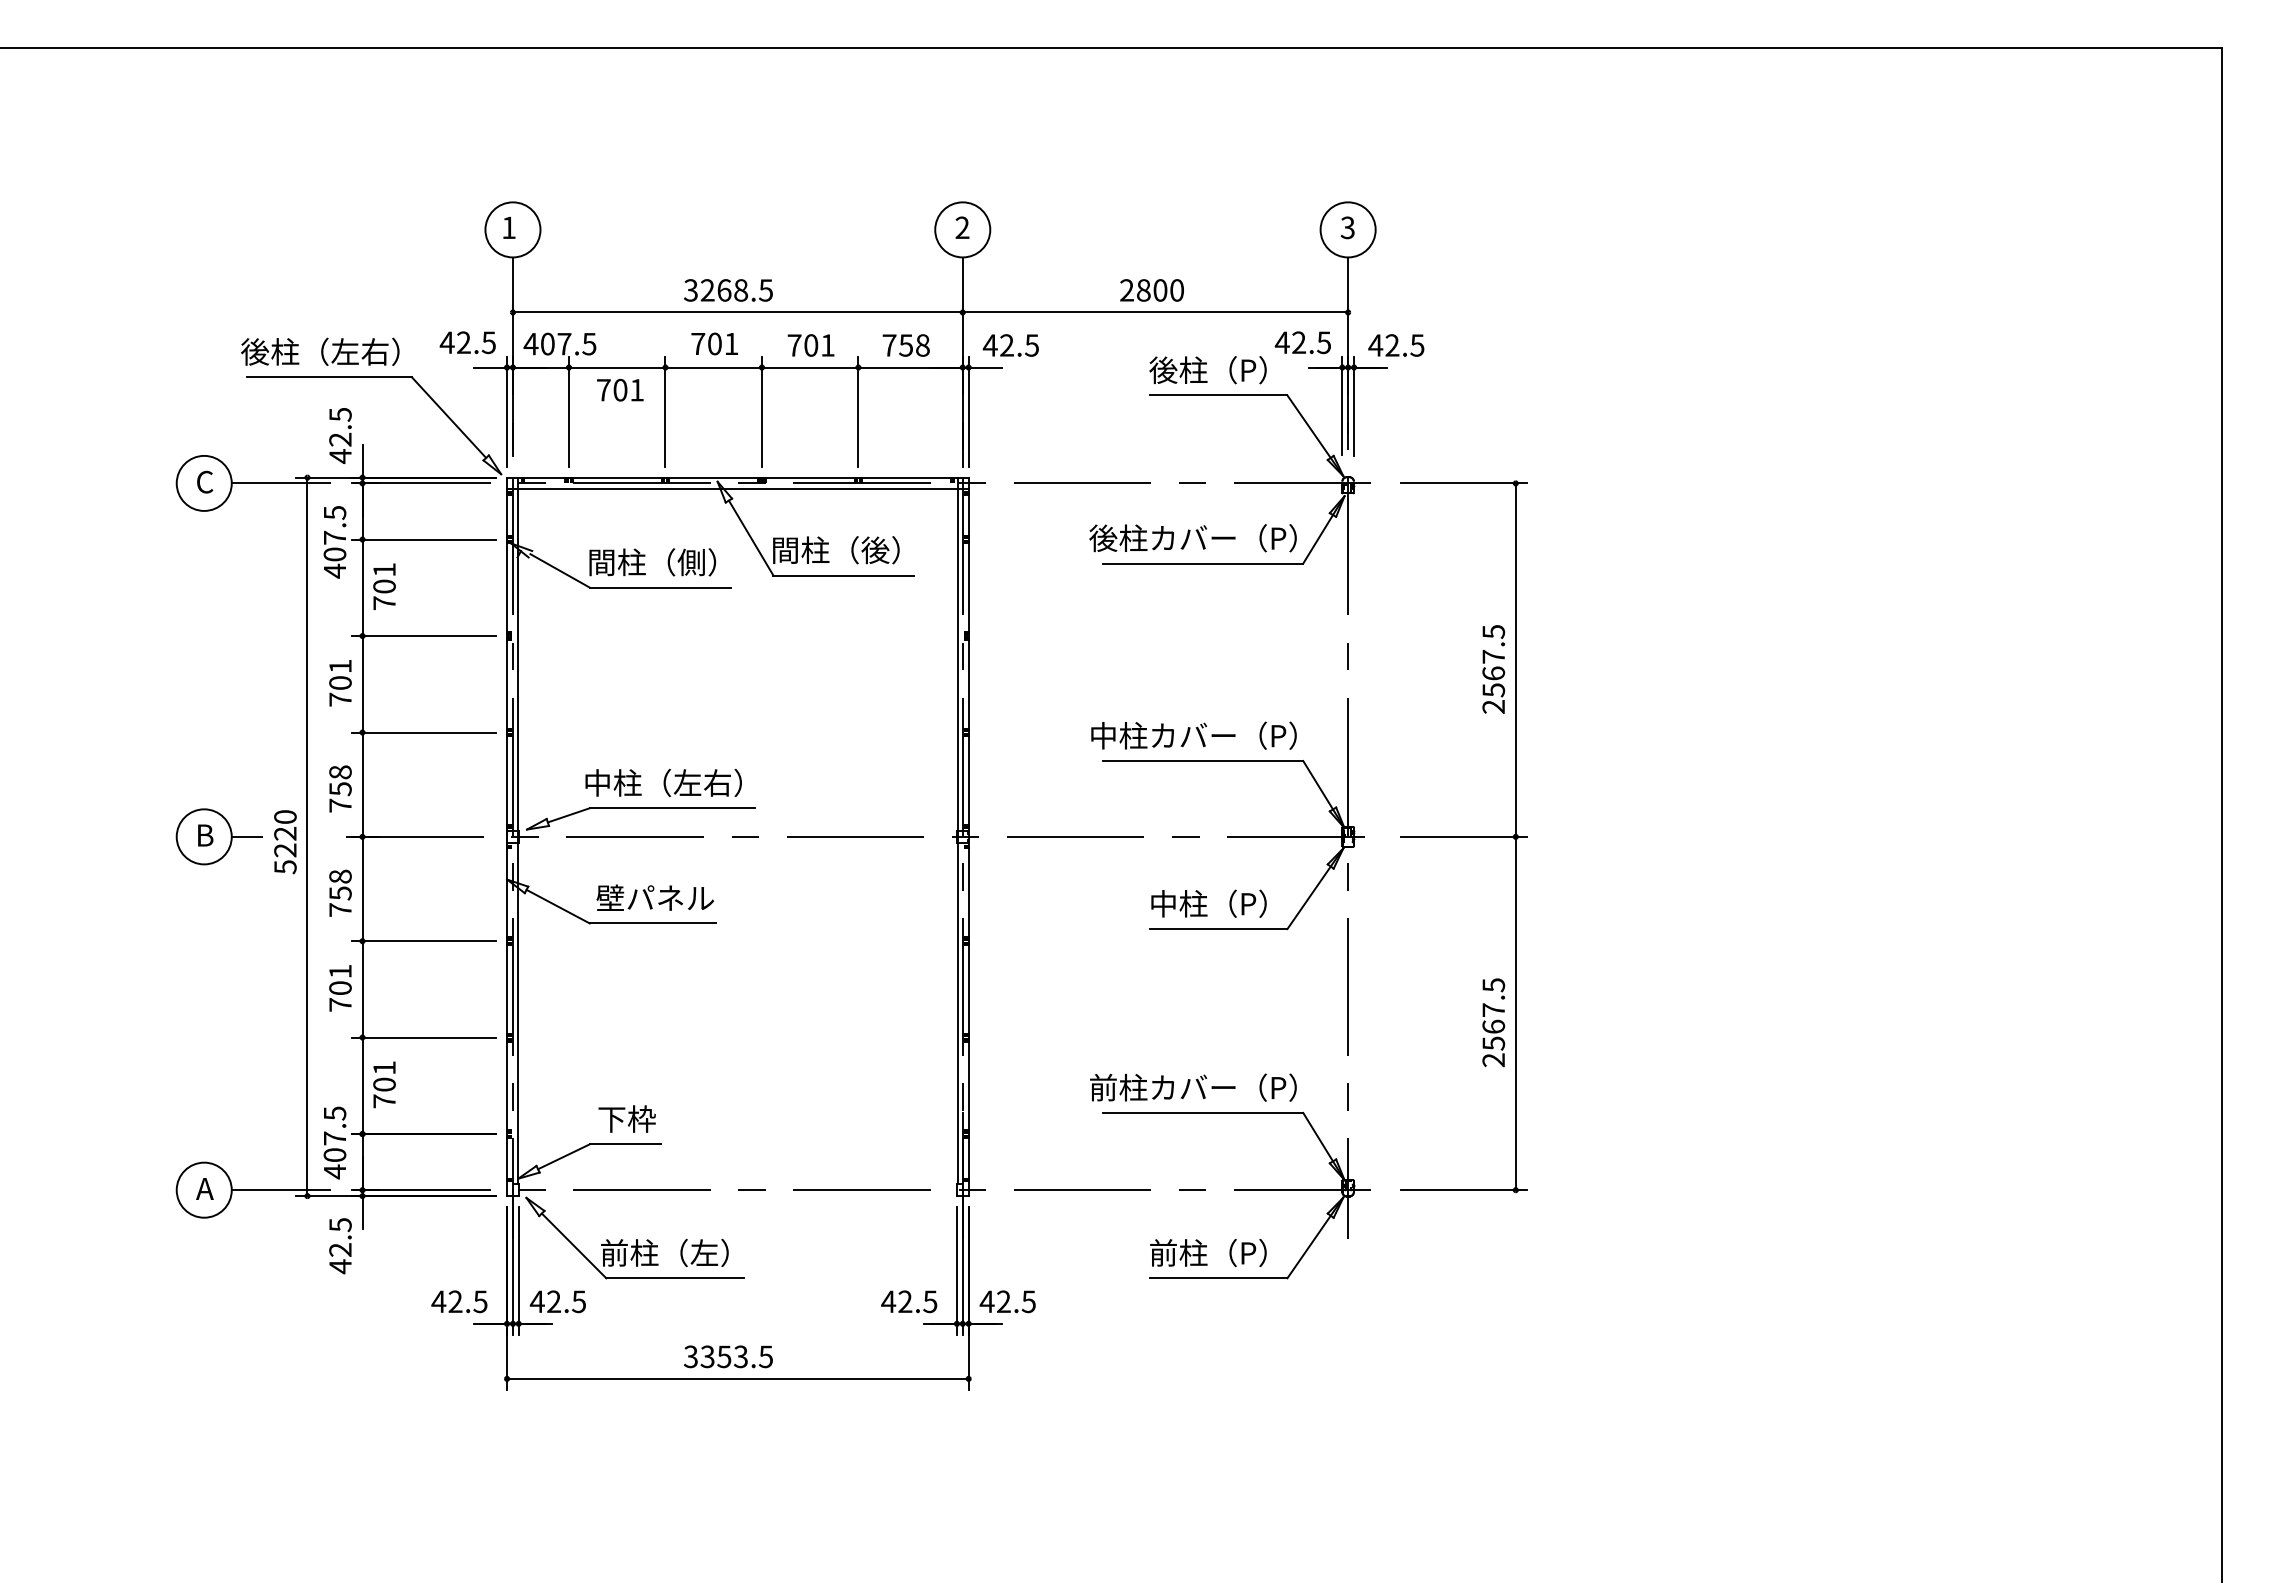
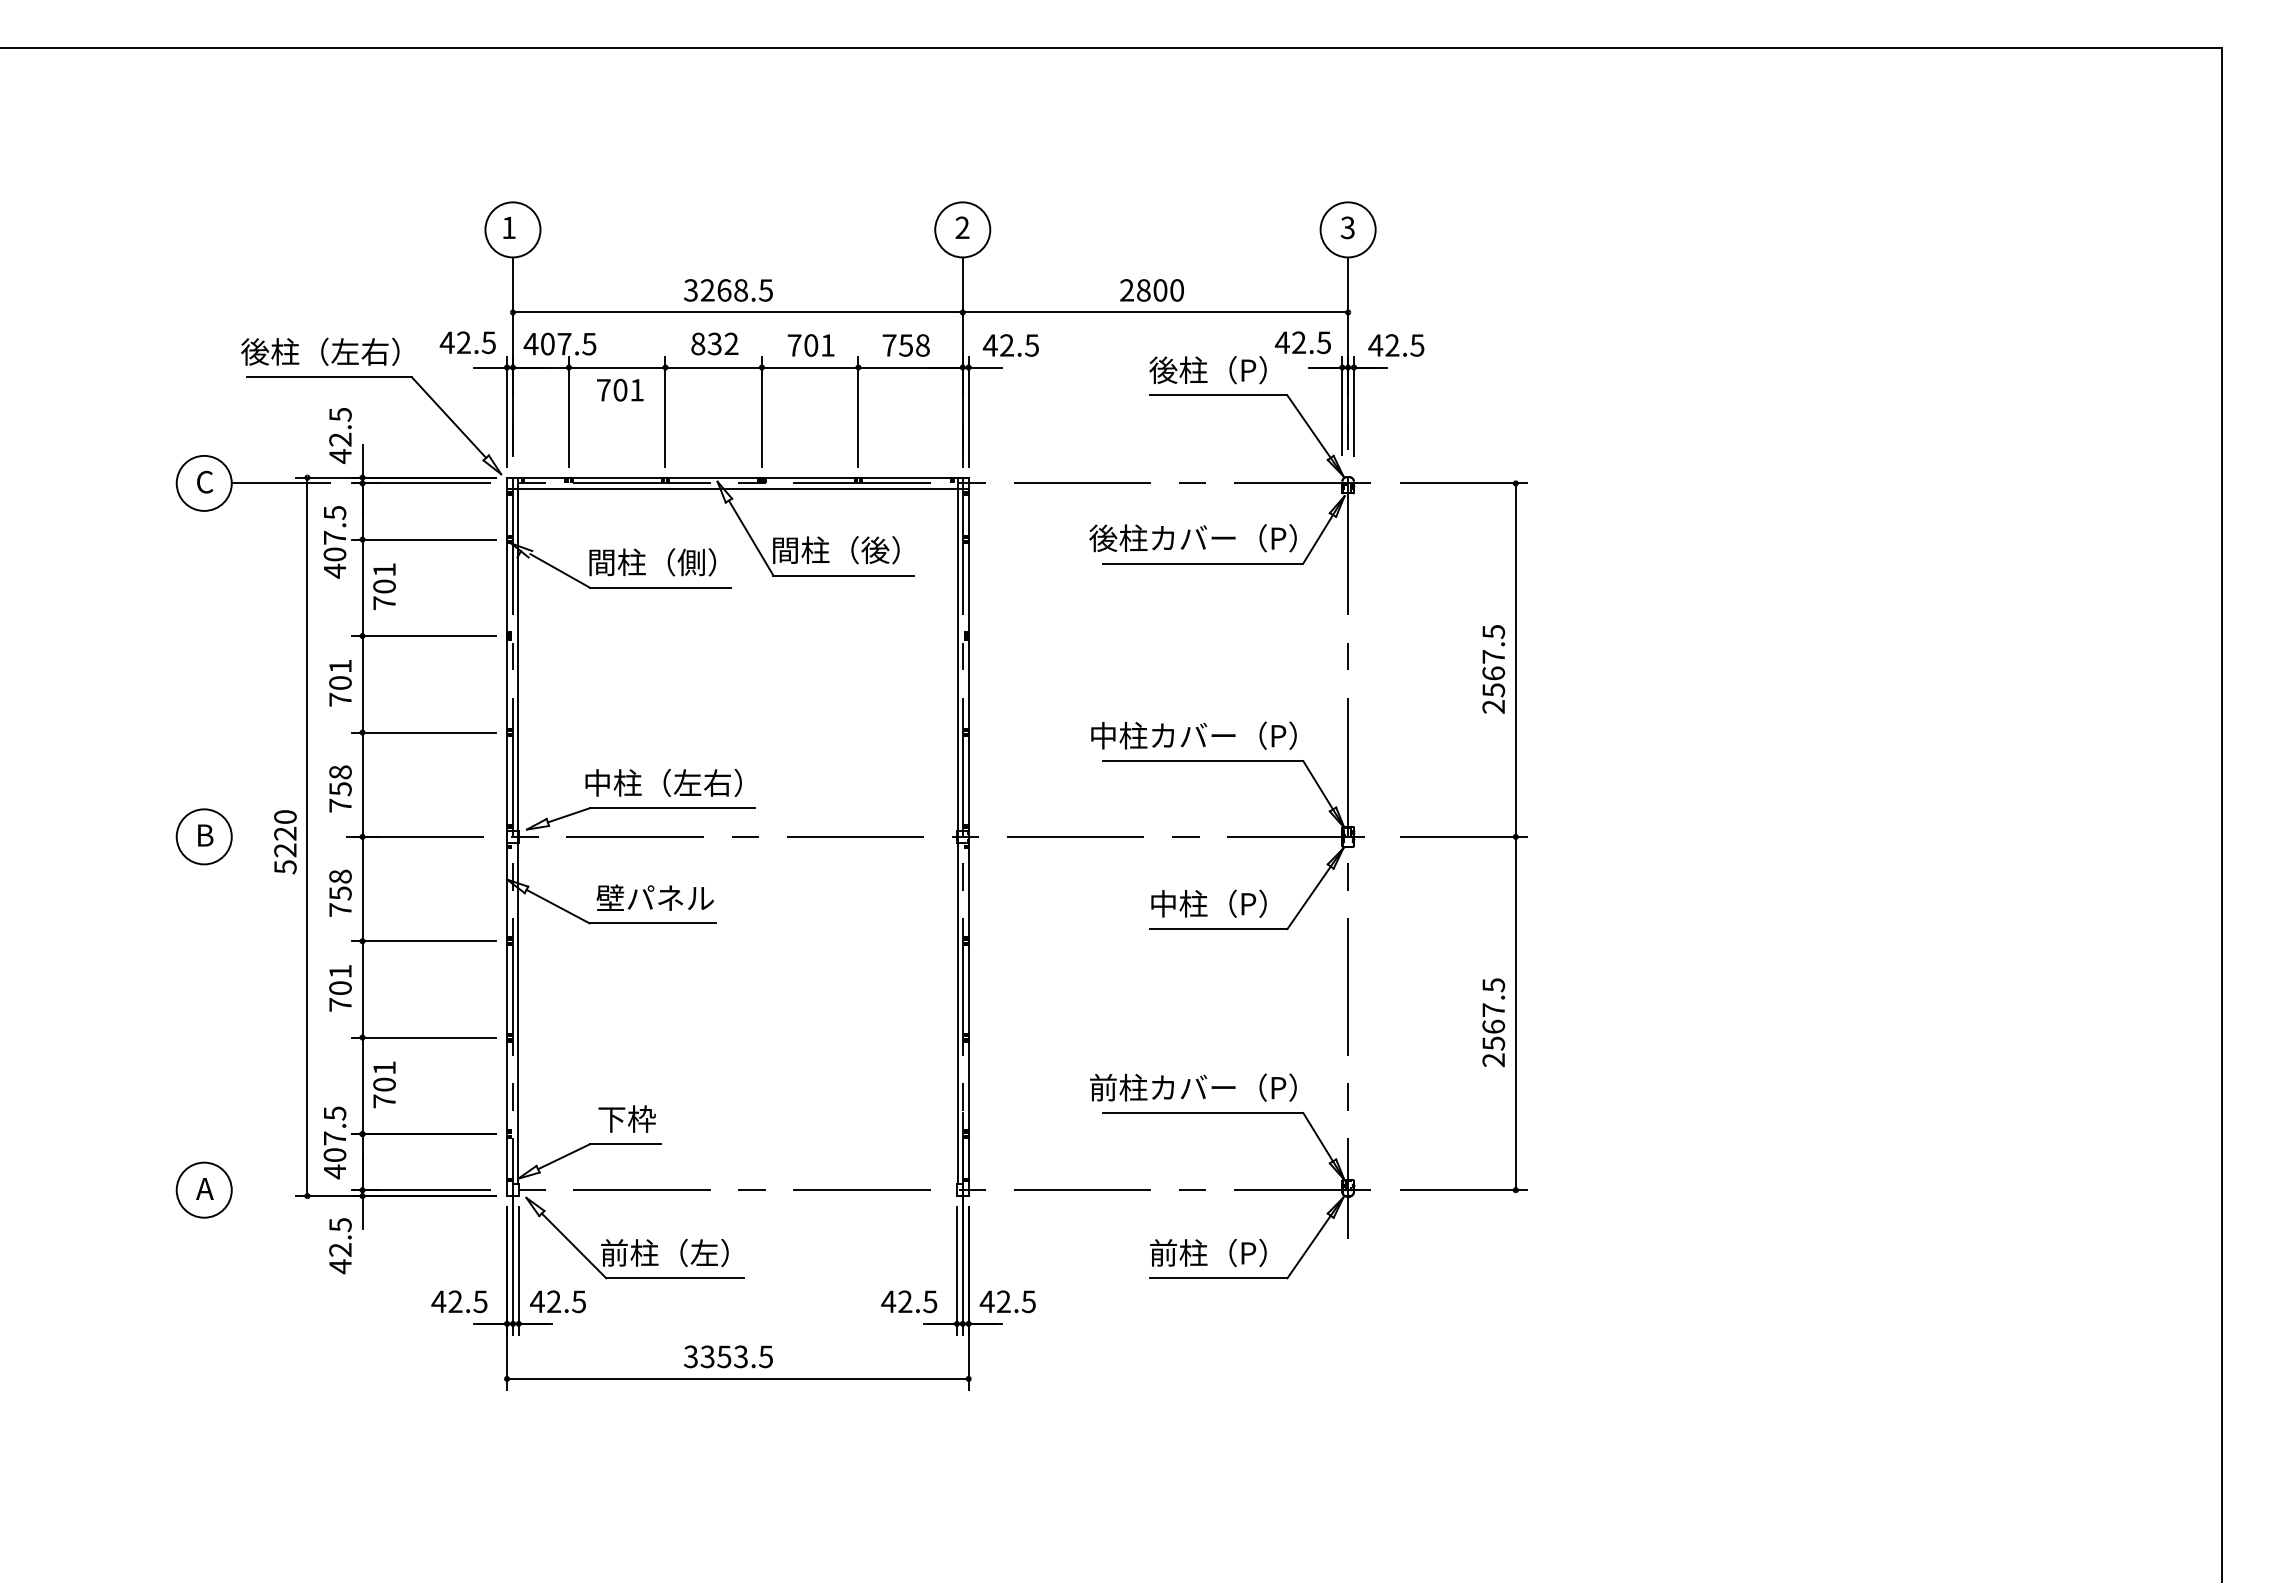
text at (714, 343): 701 -> 832
line at (247, 836): present -> none
line at (280, 1190): present -> none
